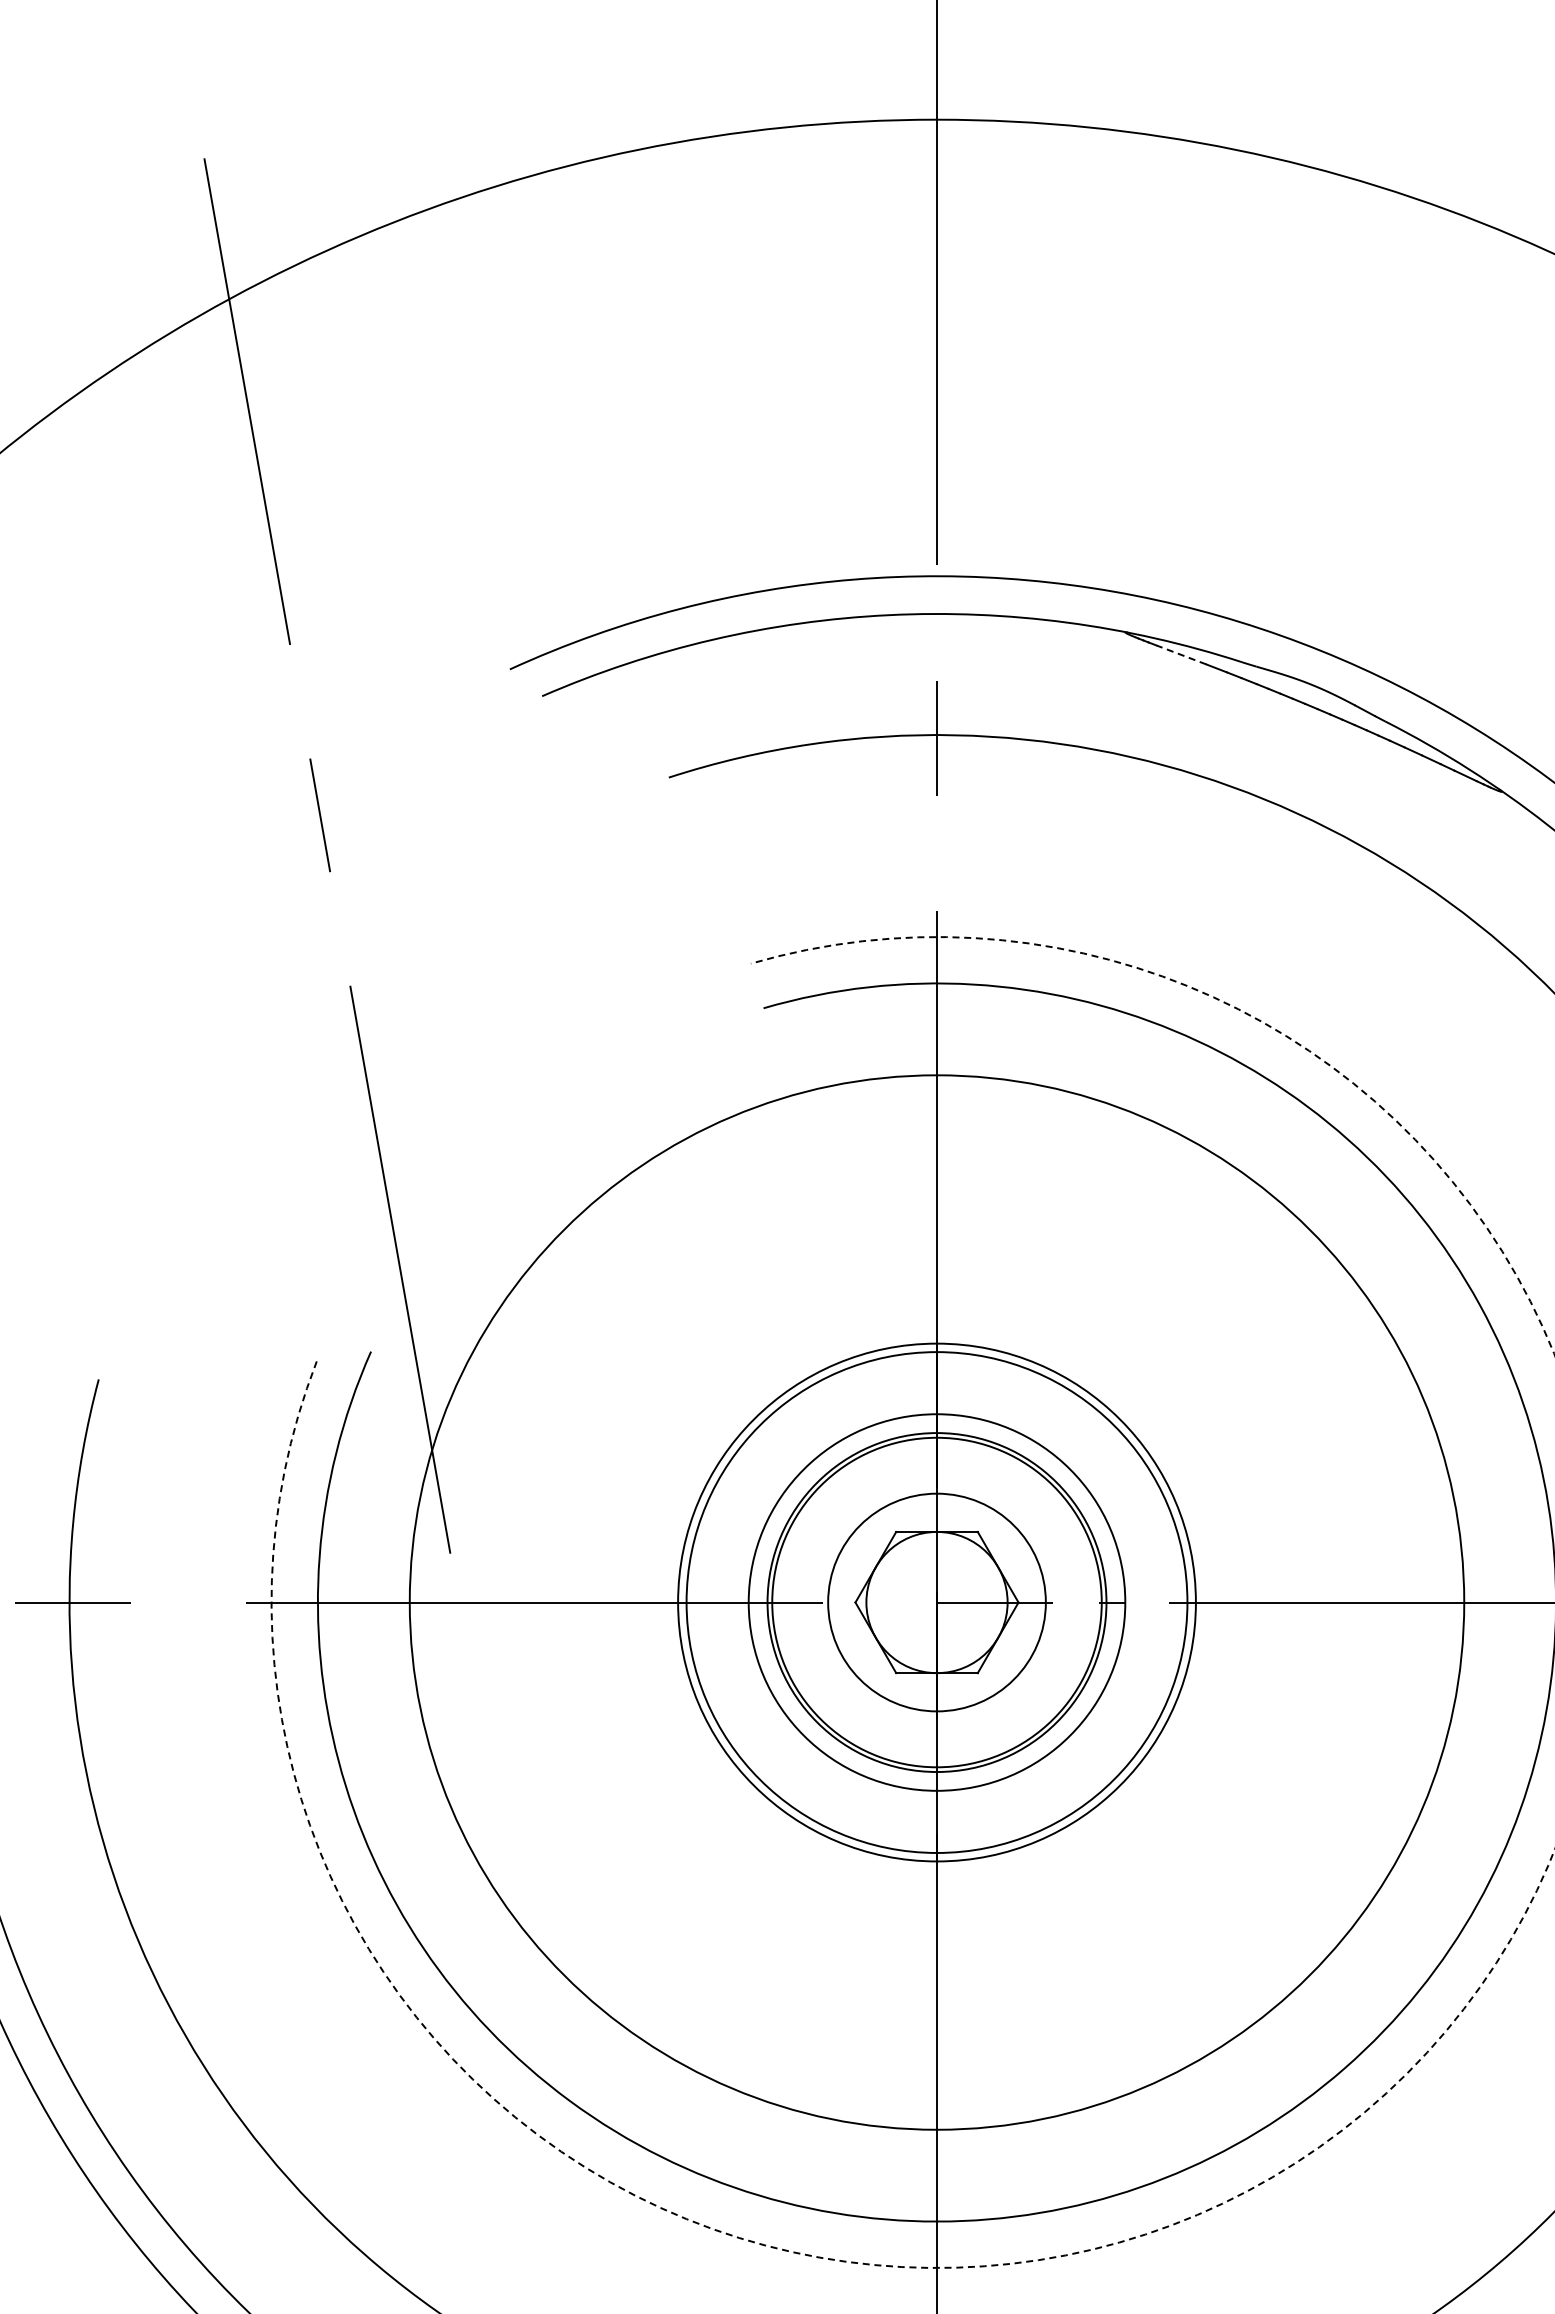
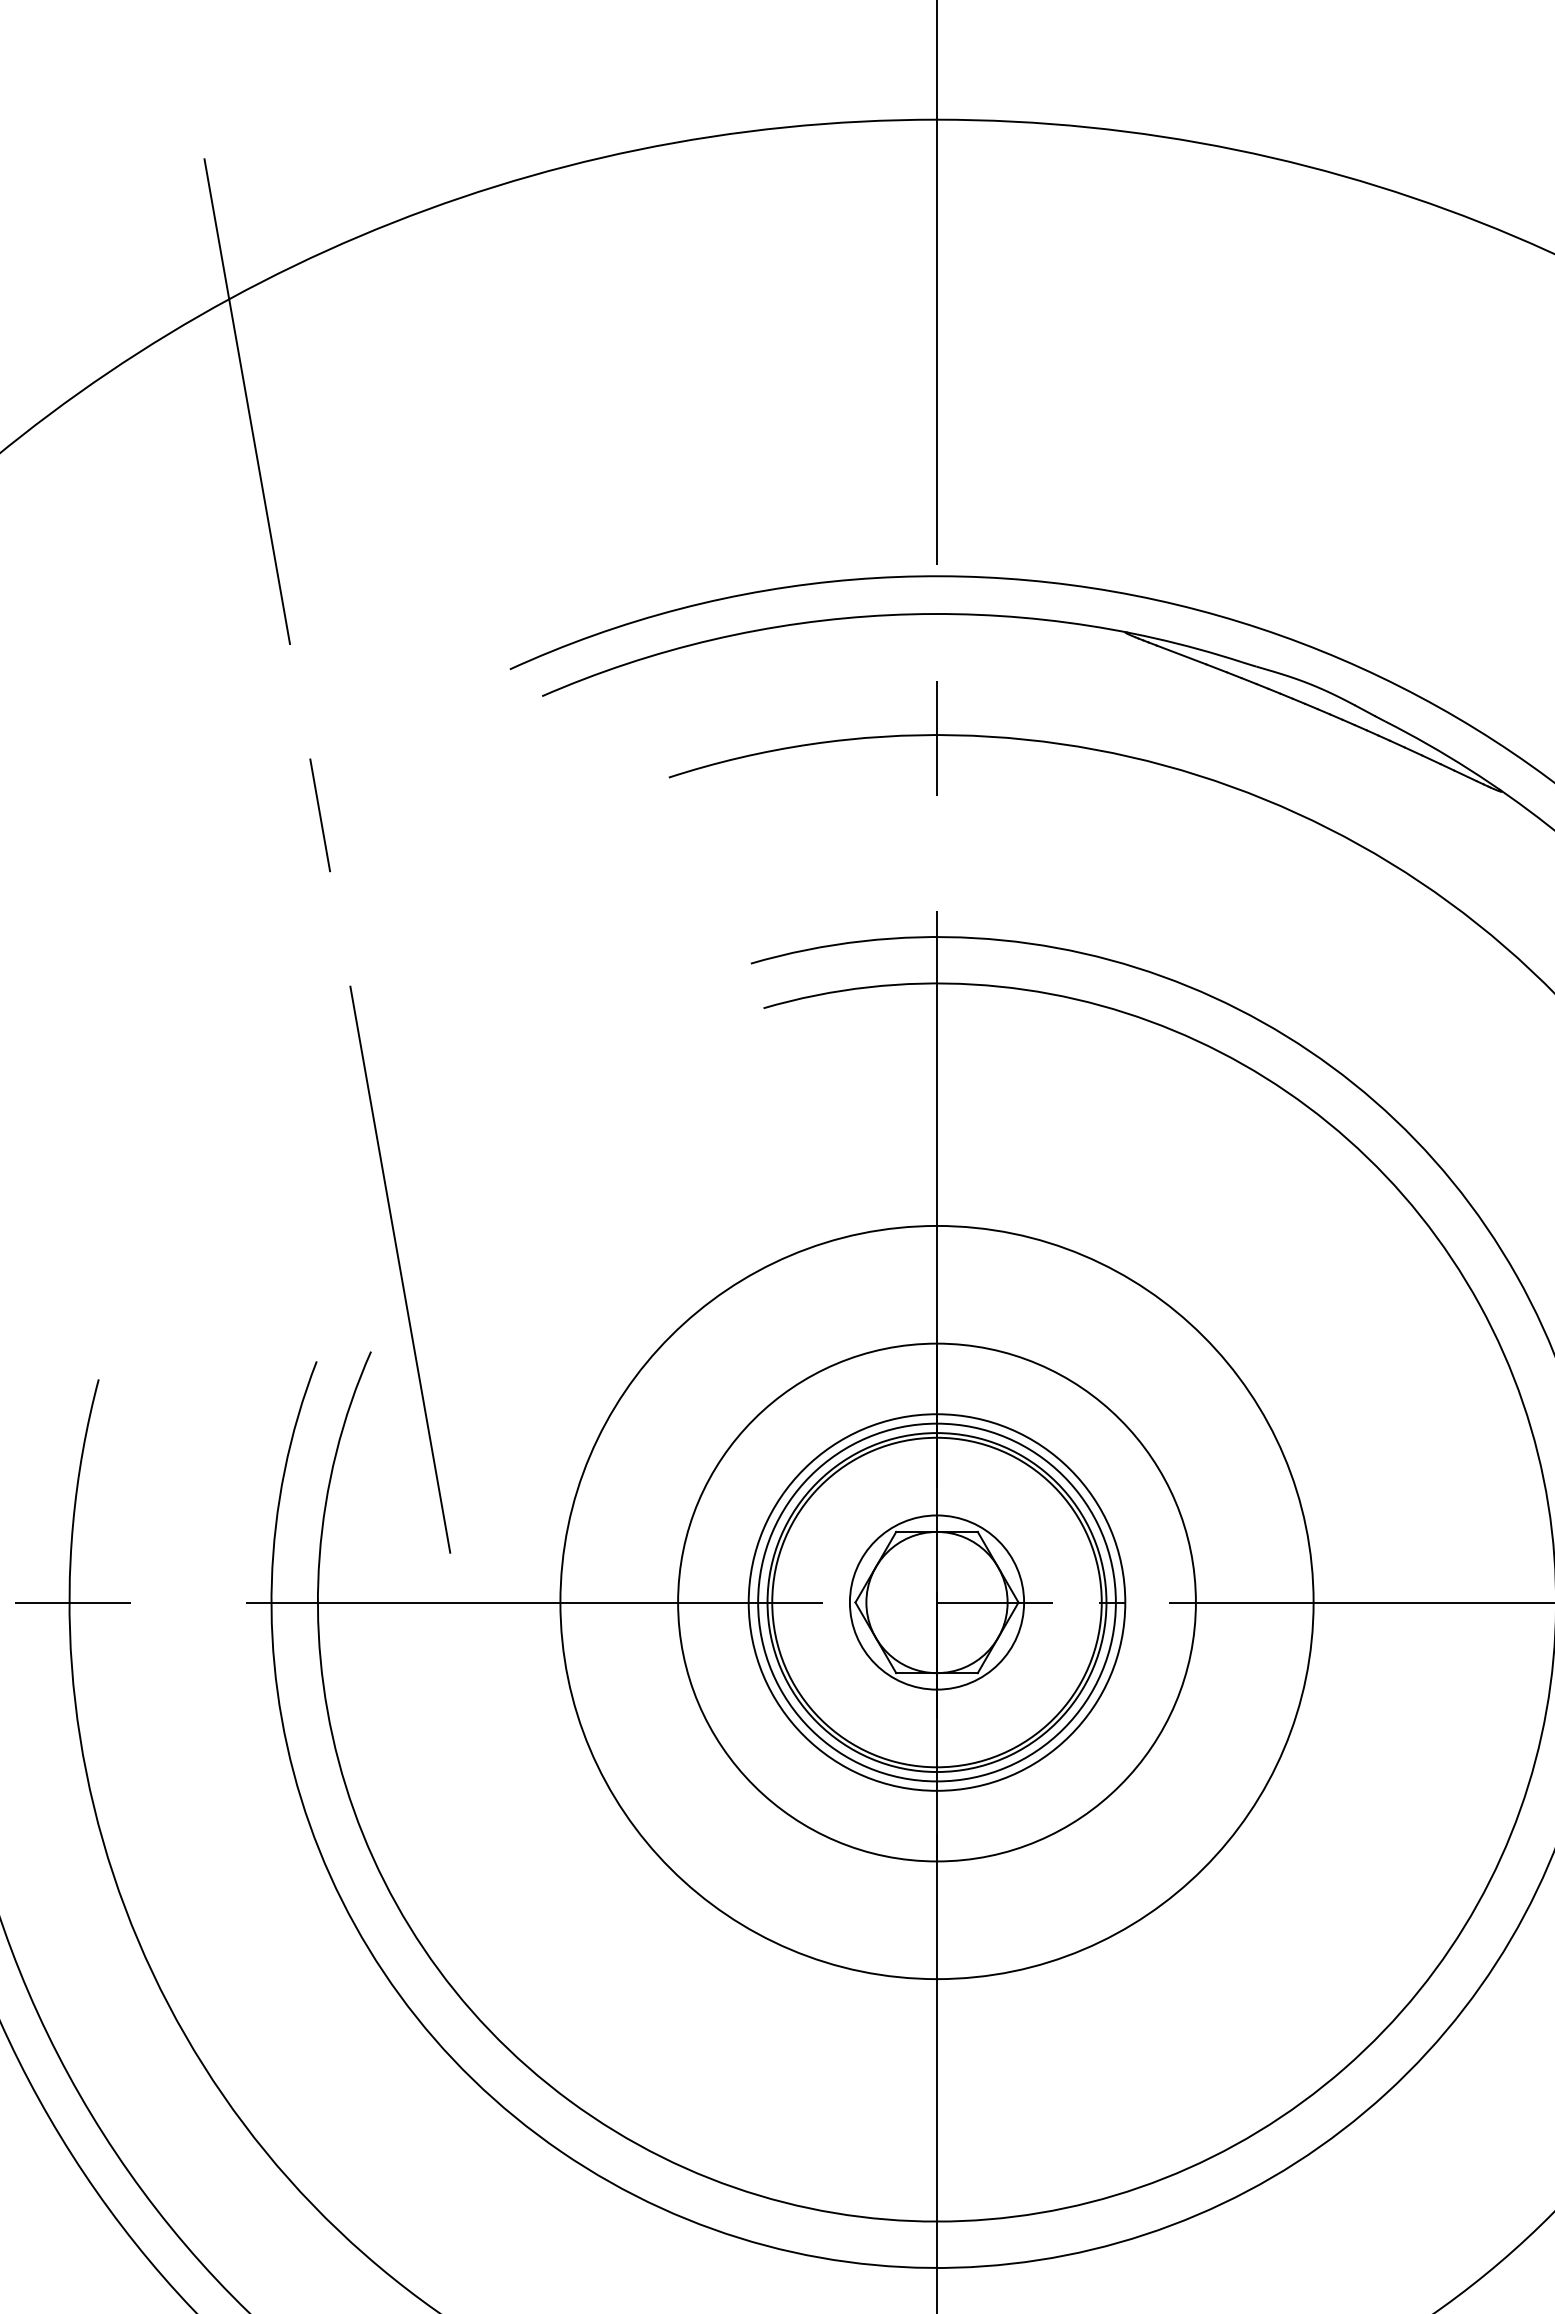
line at (1181, 654): dashed -> solid
circle at (936, 1602) diameter: 1054 px -> 753 px
circle at (936, 1602) diameter: 218 px -> 174 px
circle at (936, 1602) diameter: 501 px -> 358 px
arc at (1175, 2223): dashed -> solid
